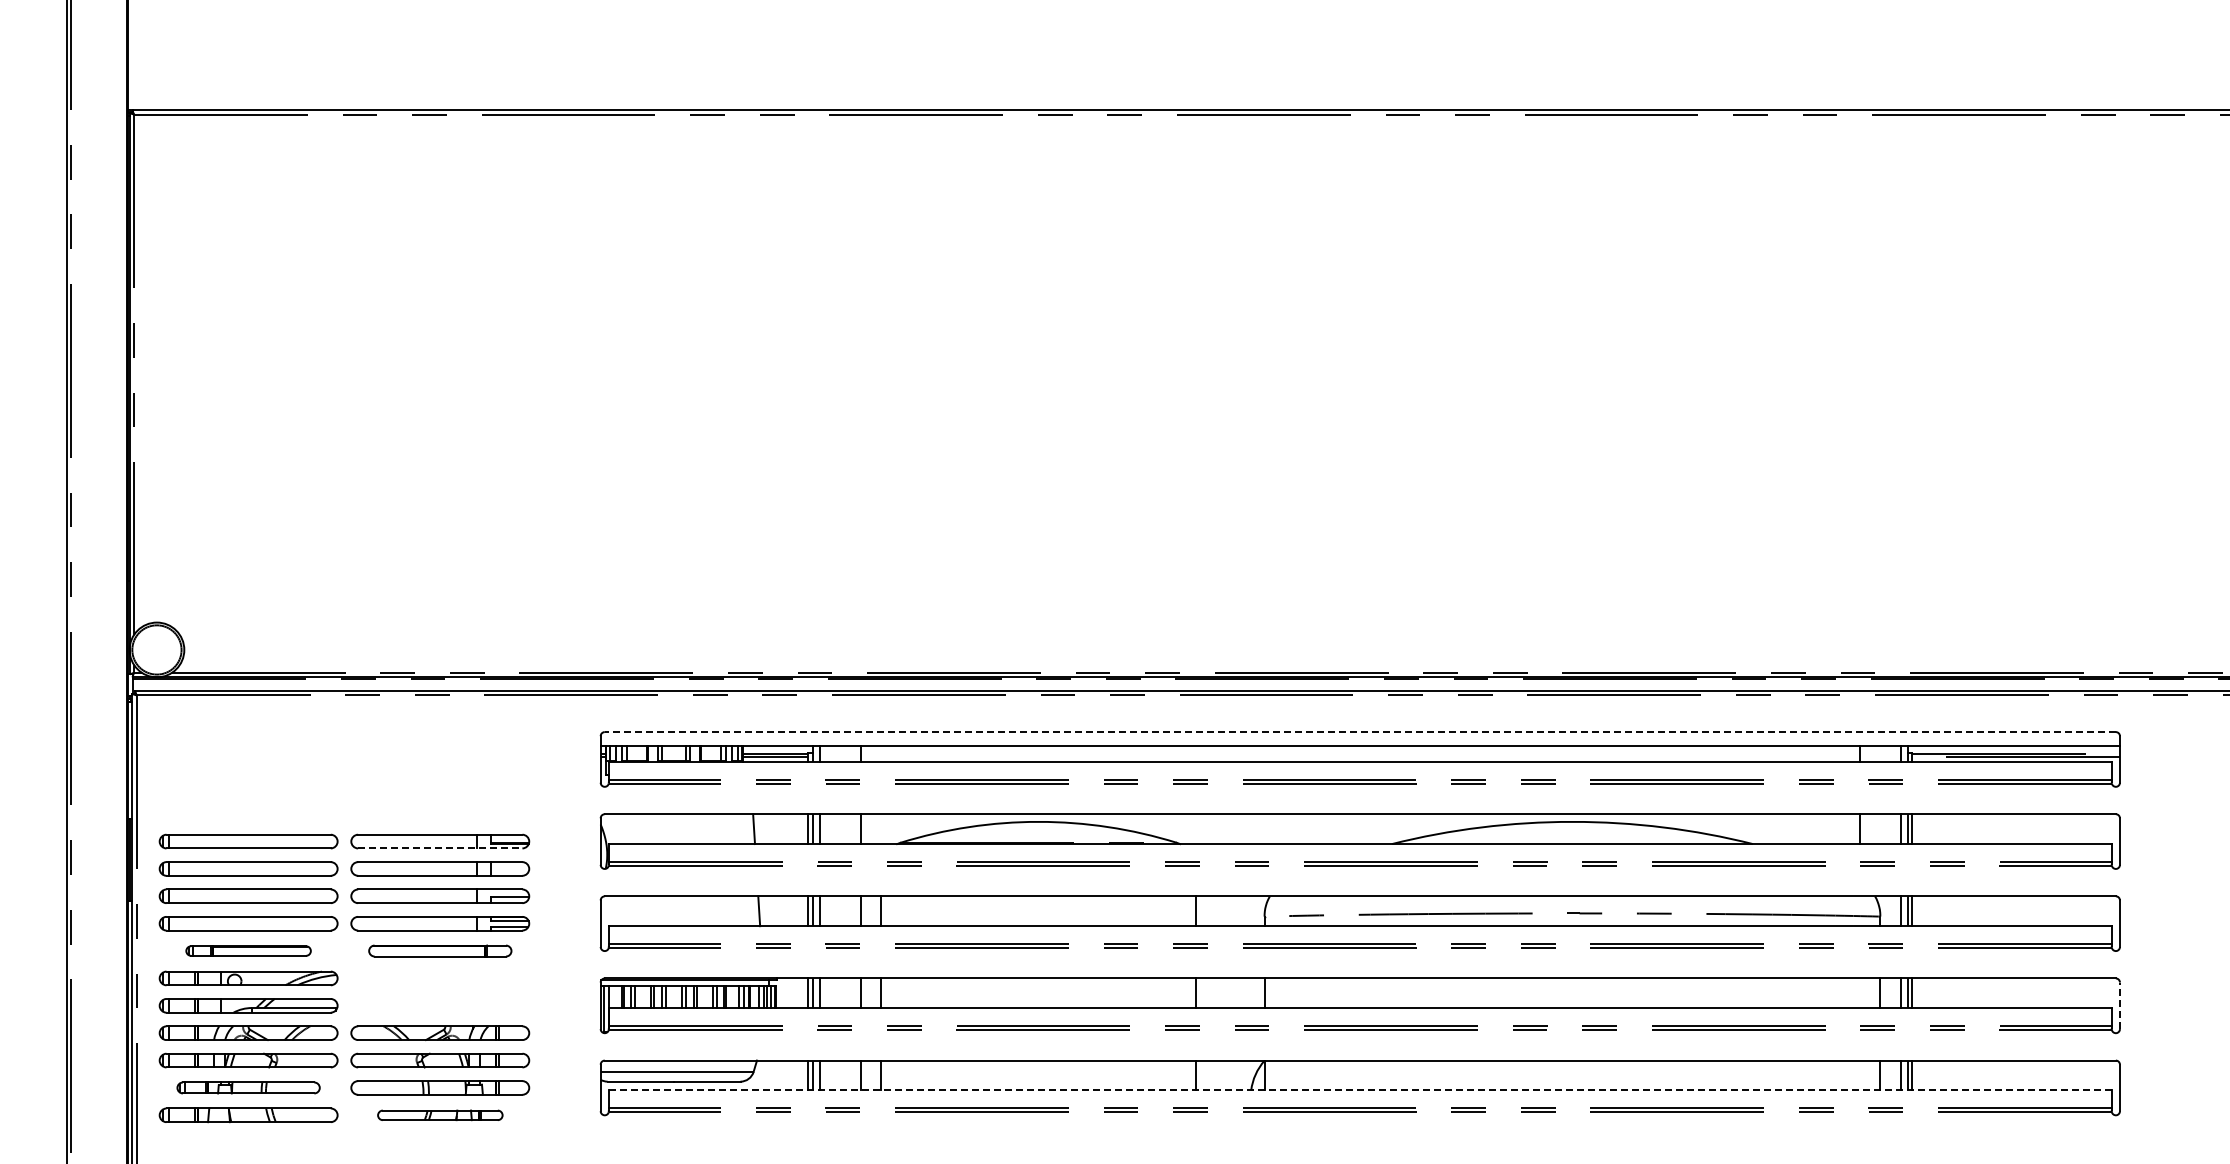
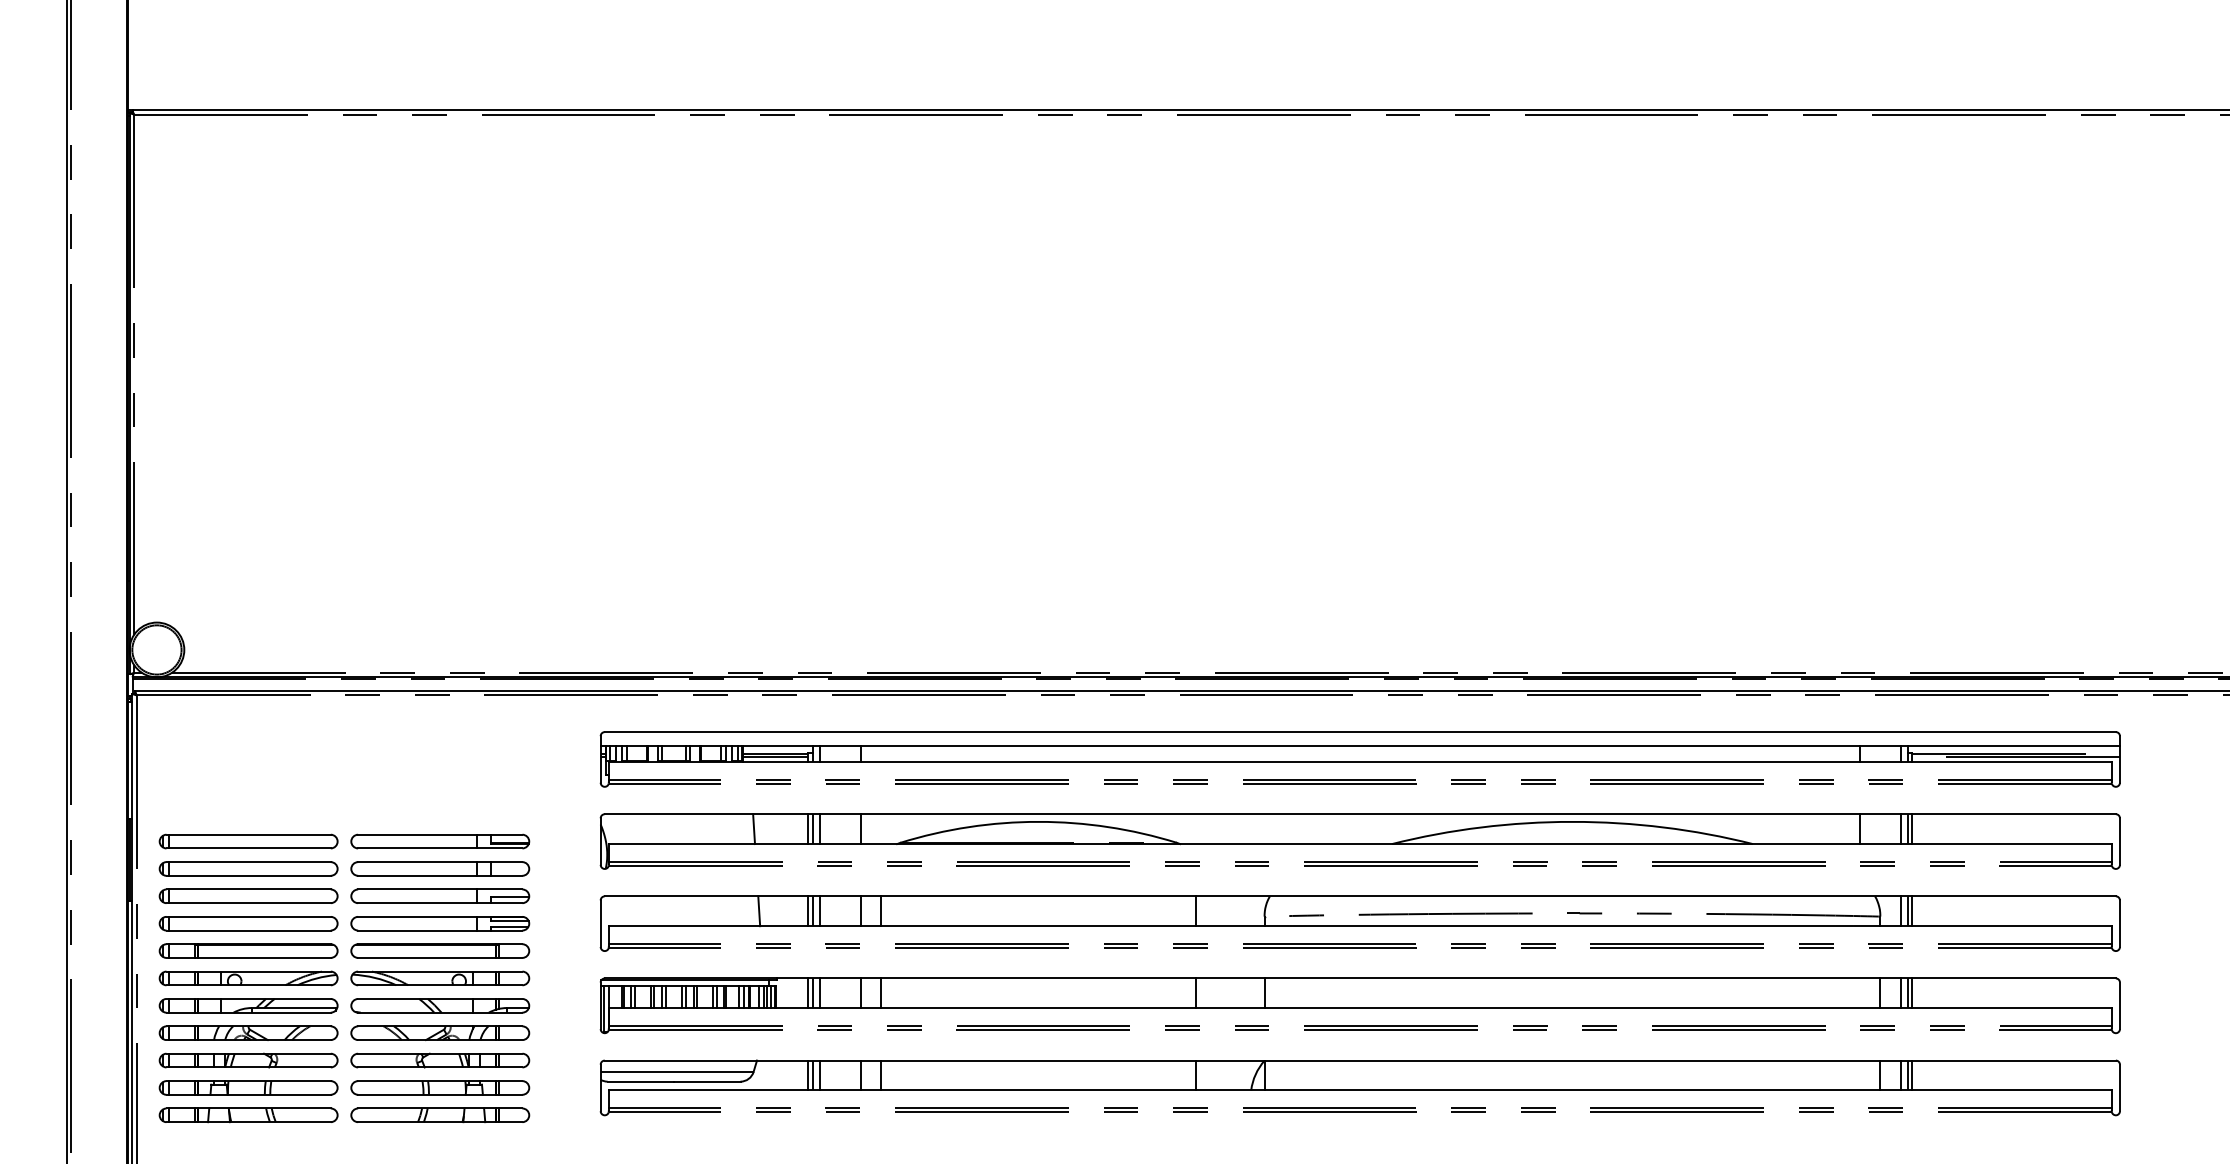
line at (1360, 732): dashed -> solid
line at (440, 848): dashed -> solid
part at (248, 950) size: 127x12 px -> 181x16 px
part at (440, 950) size: 145x14 px -> 181x16 px
part at (440, 978): none -> present
part at (440, 1005): none -> present
line at (2119, 1005): dashed -> solid
part at (248, 1087) size: 145x14 px -> 181x16 px
line at (1360, 1090): dashed -> solid
part at (440, 1115) size: 127x13 px -> 181x17 px
